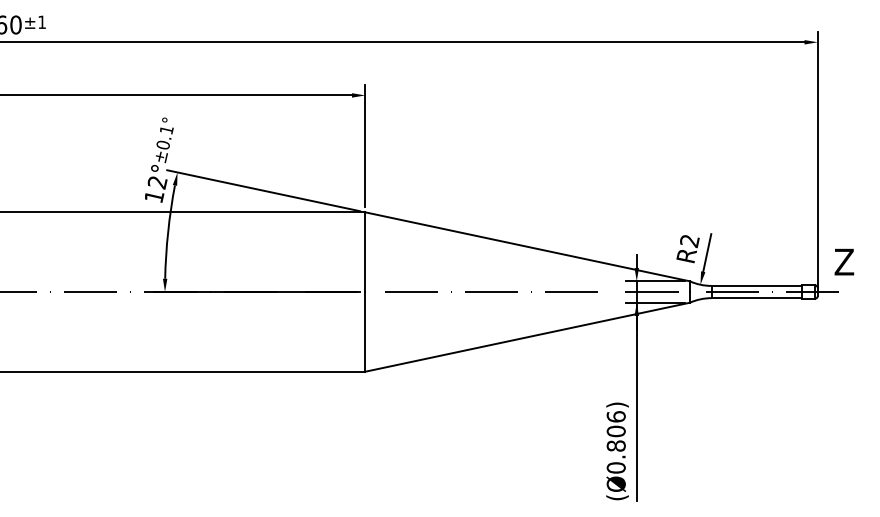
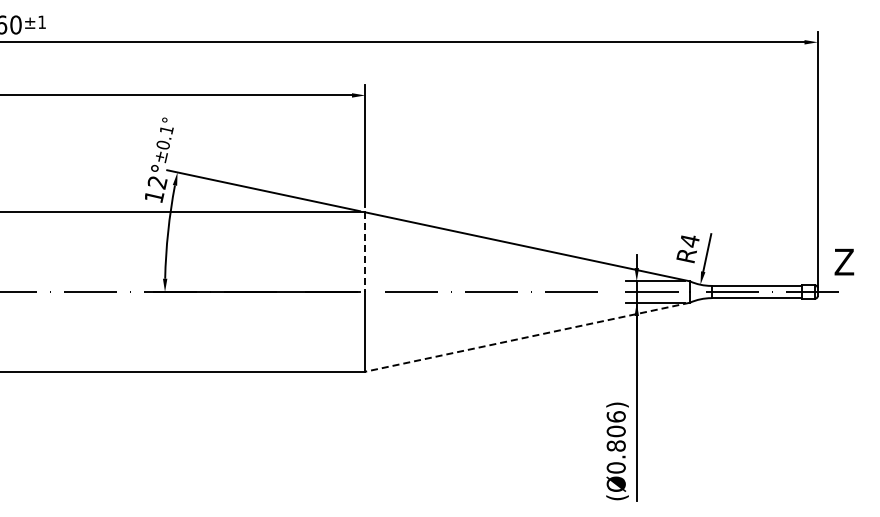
text at (689, 241): R2 -> R4
line at (365, 252): solid -> dashed
line at (527, 337): solid -> dashed
